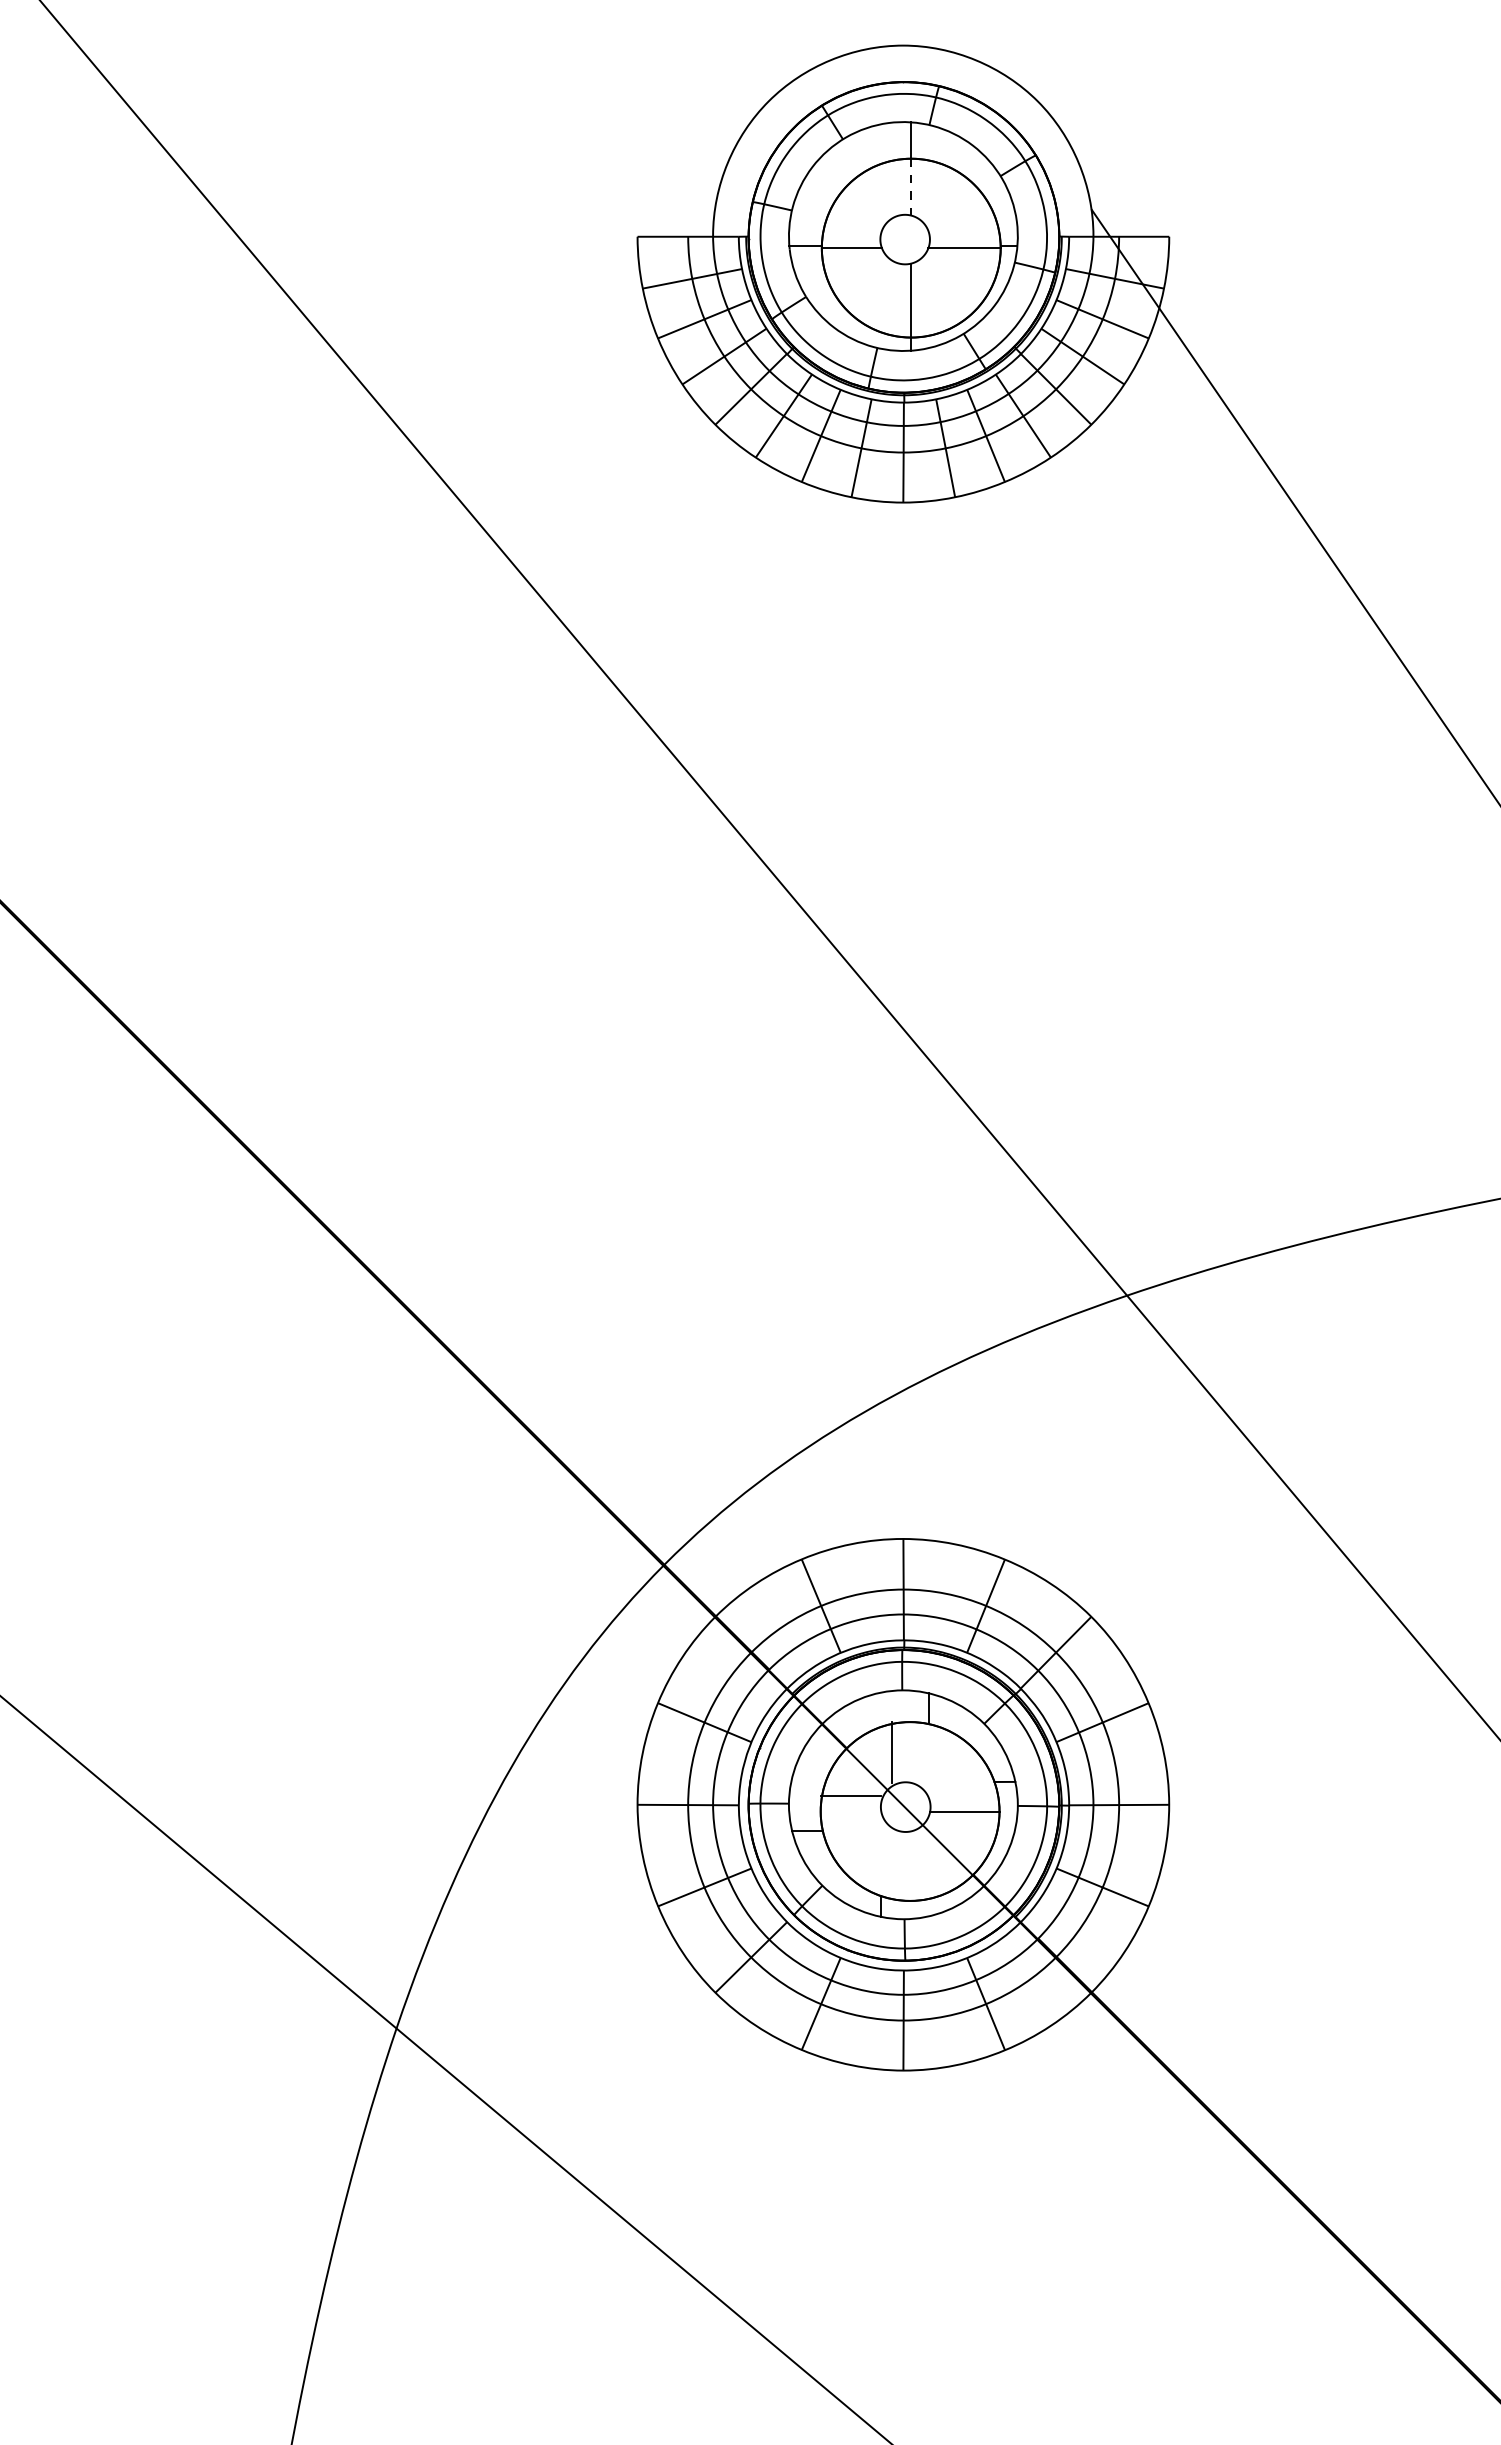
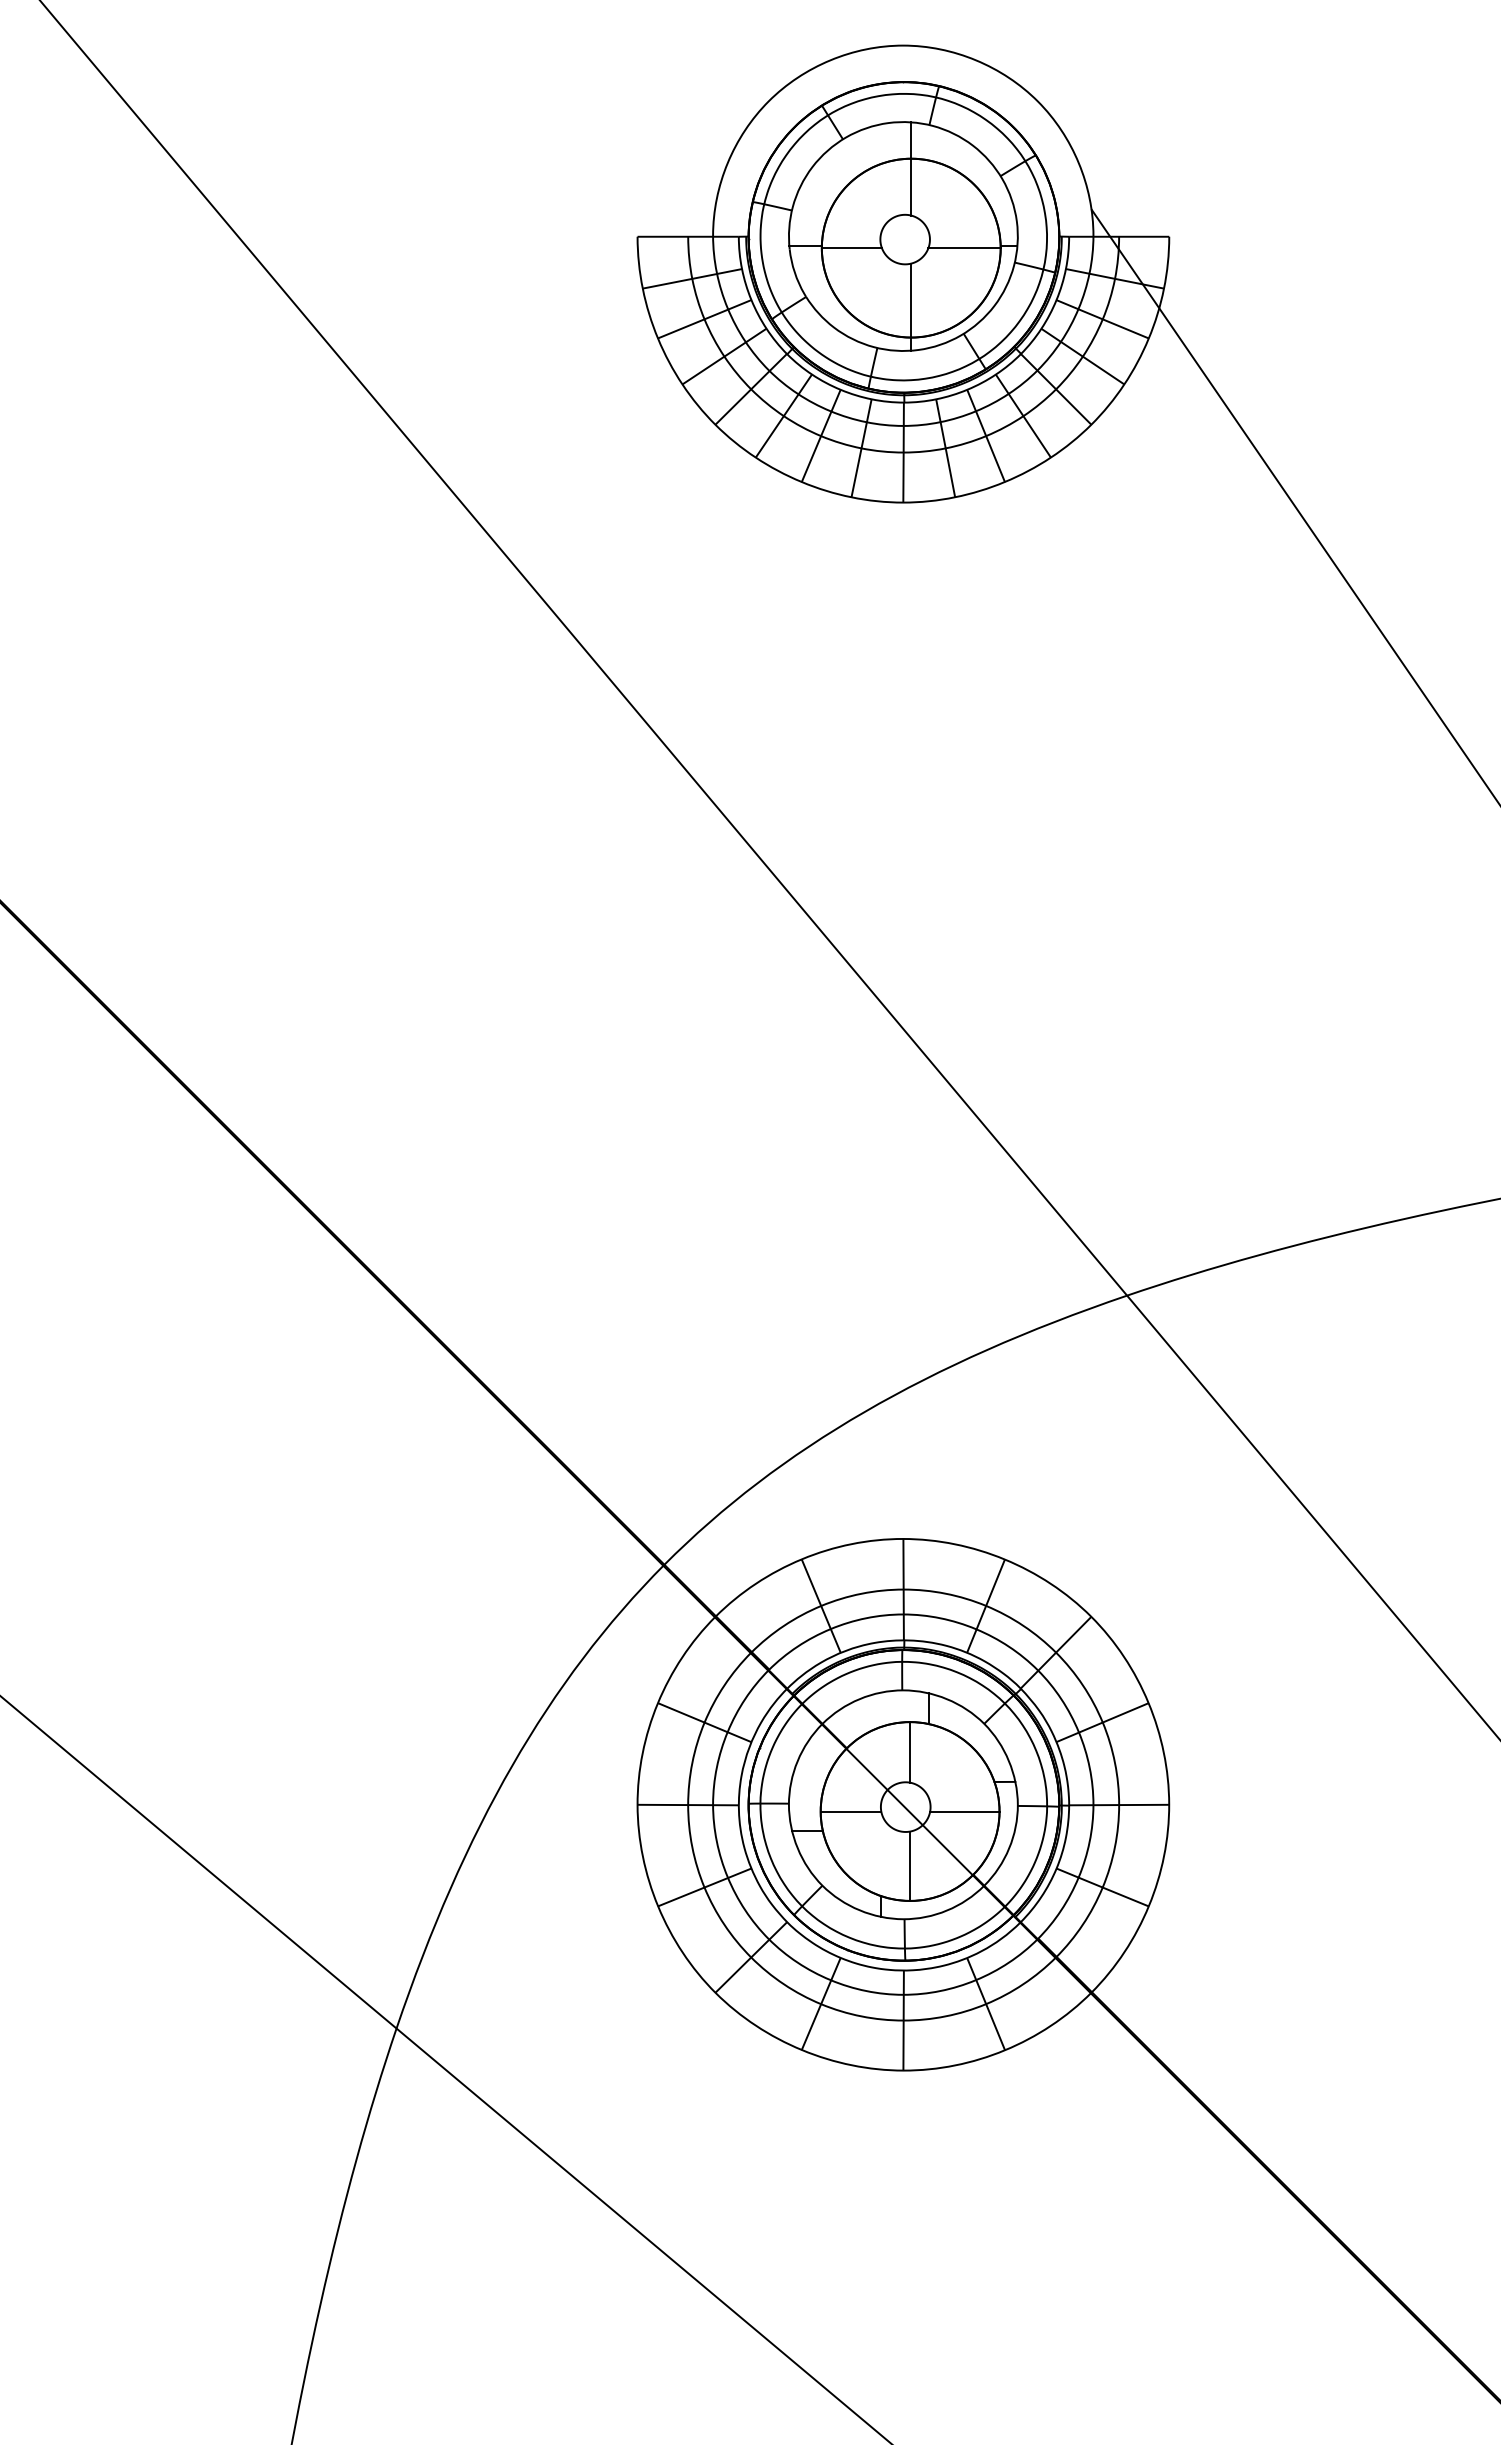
line at (911, 187): dashed -> solid
line at (892, 1752) position: (892, 1752) -> (910, 1752)
line at (850, 1795) position: (850, 1795) -> (850, 1811)
line at (910, 1865): none -> present
